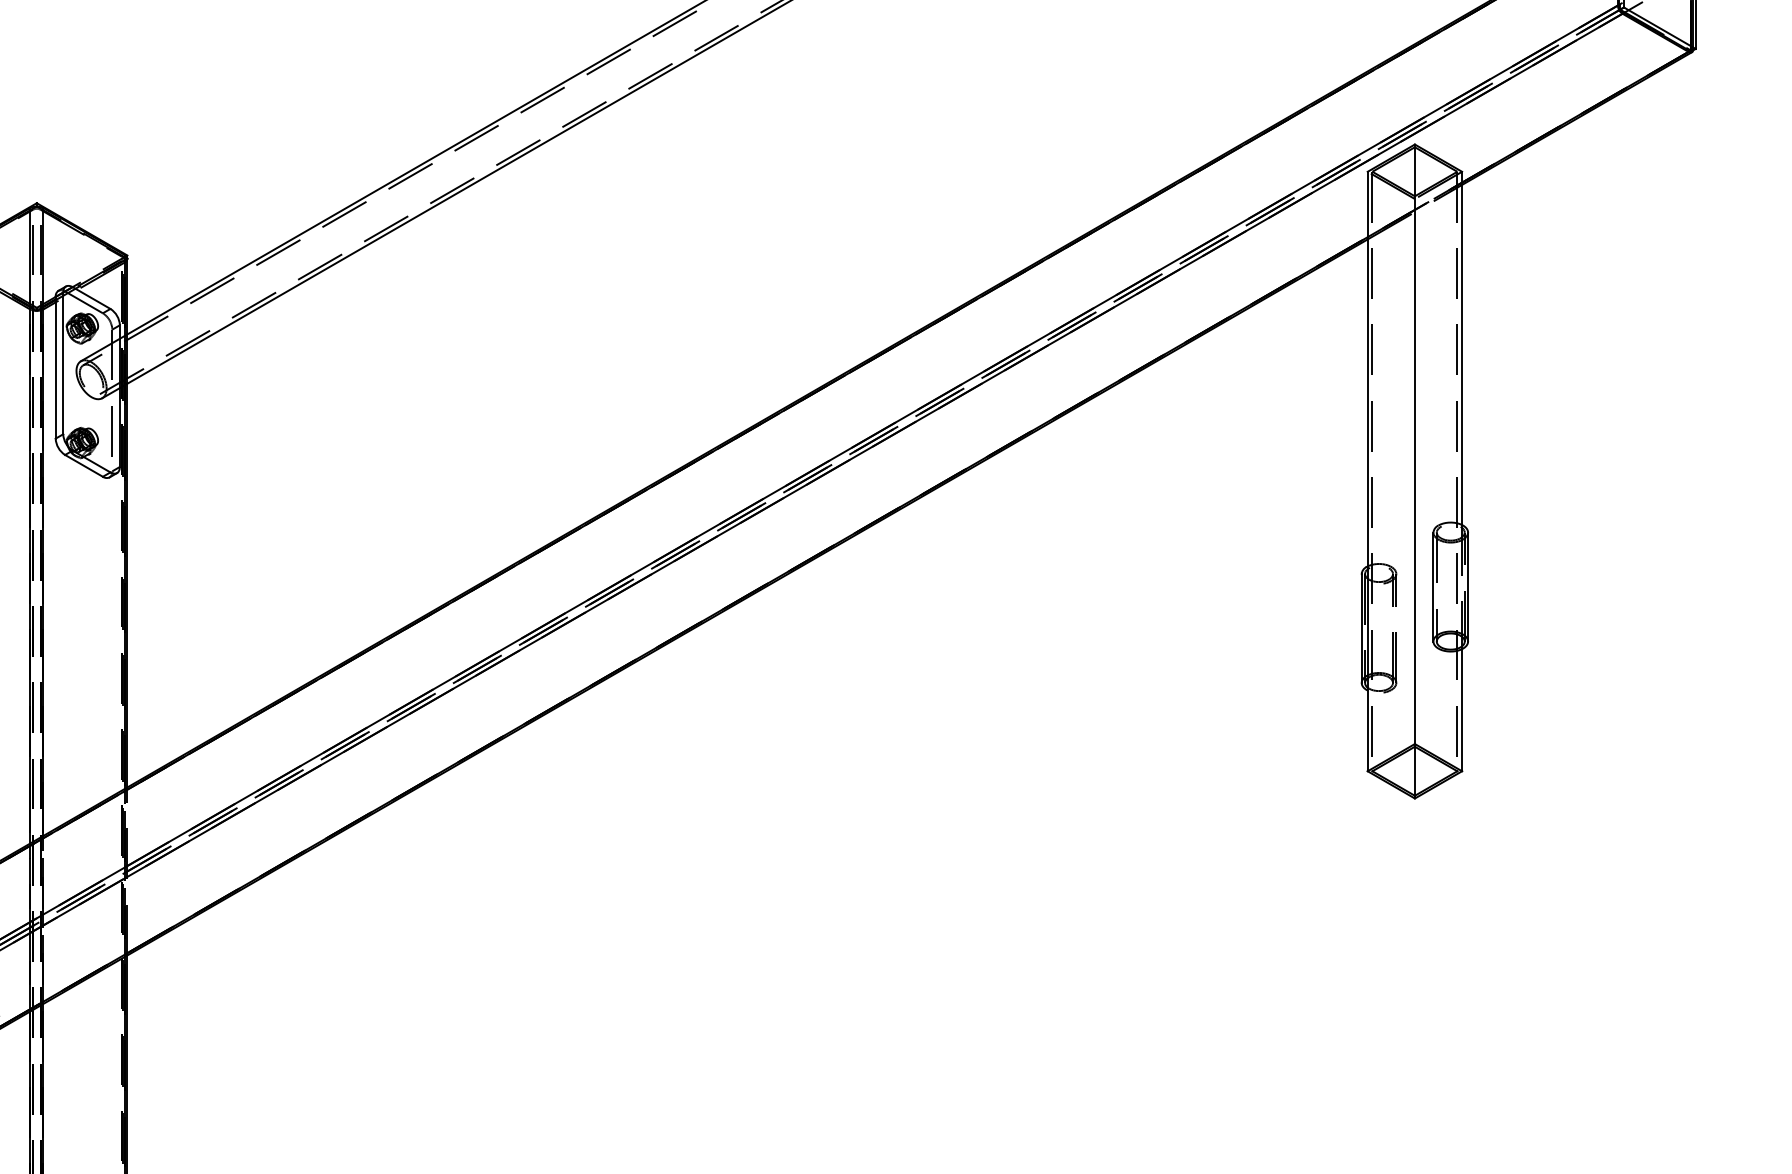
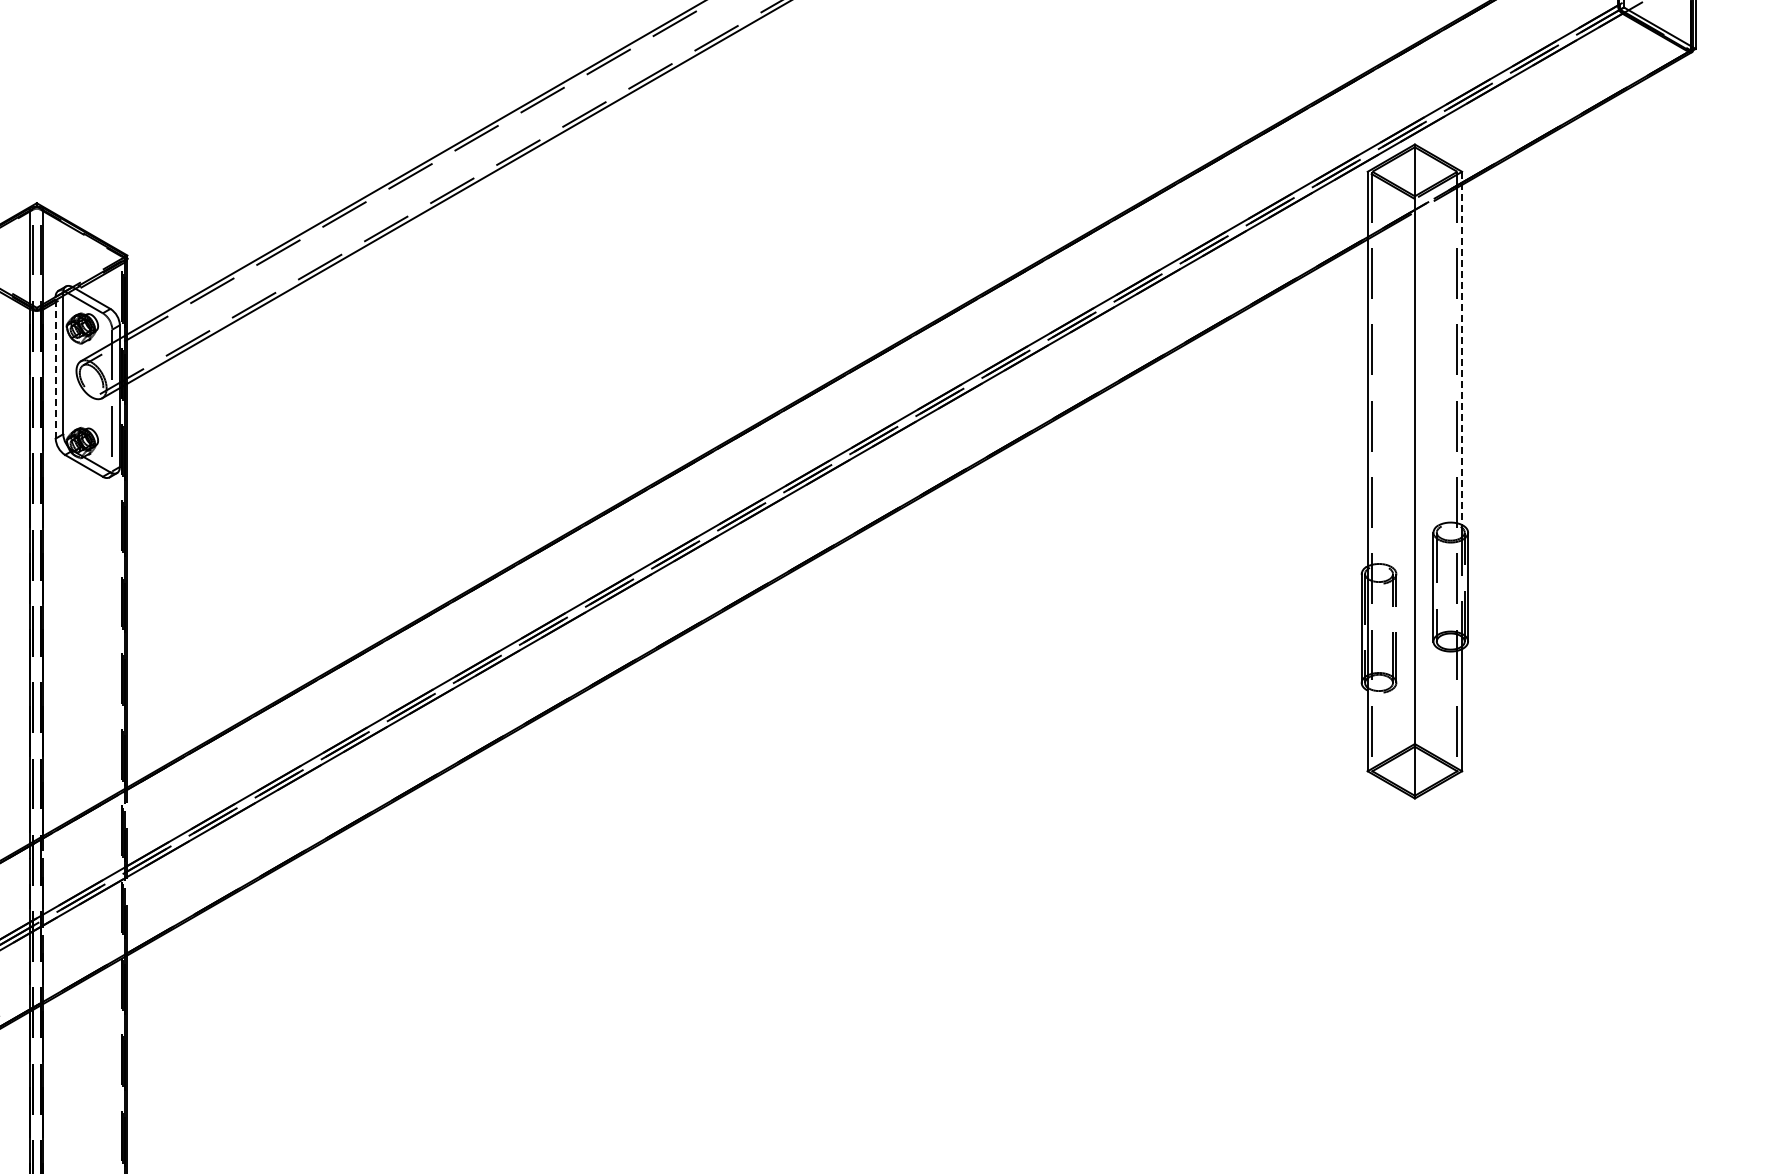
line at (1462, 348): solid -> dashed
line at (55, 367): solid -> dashed
